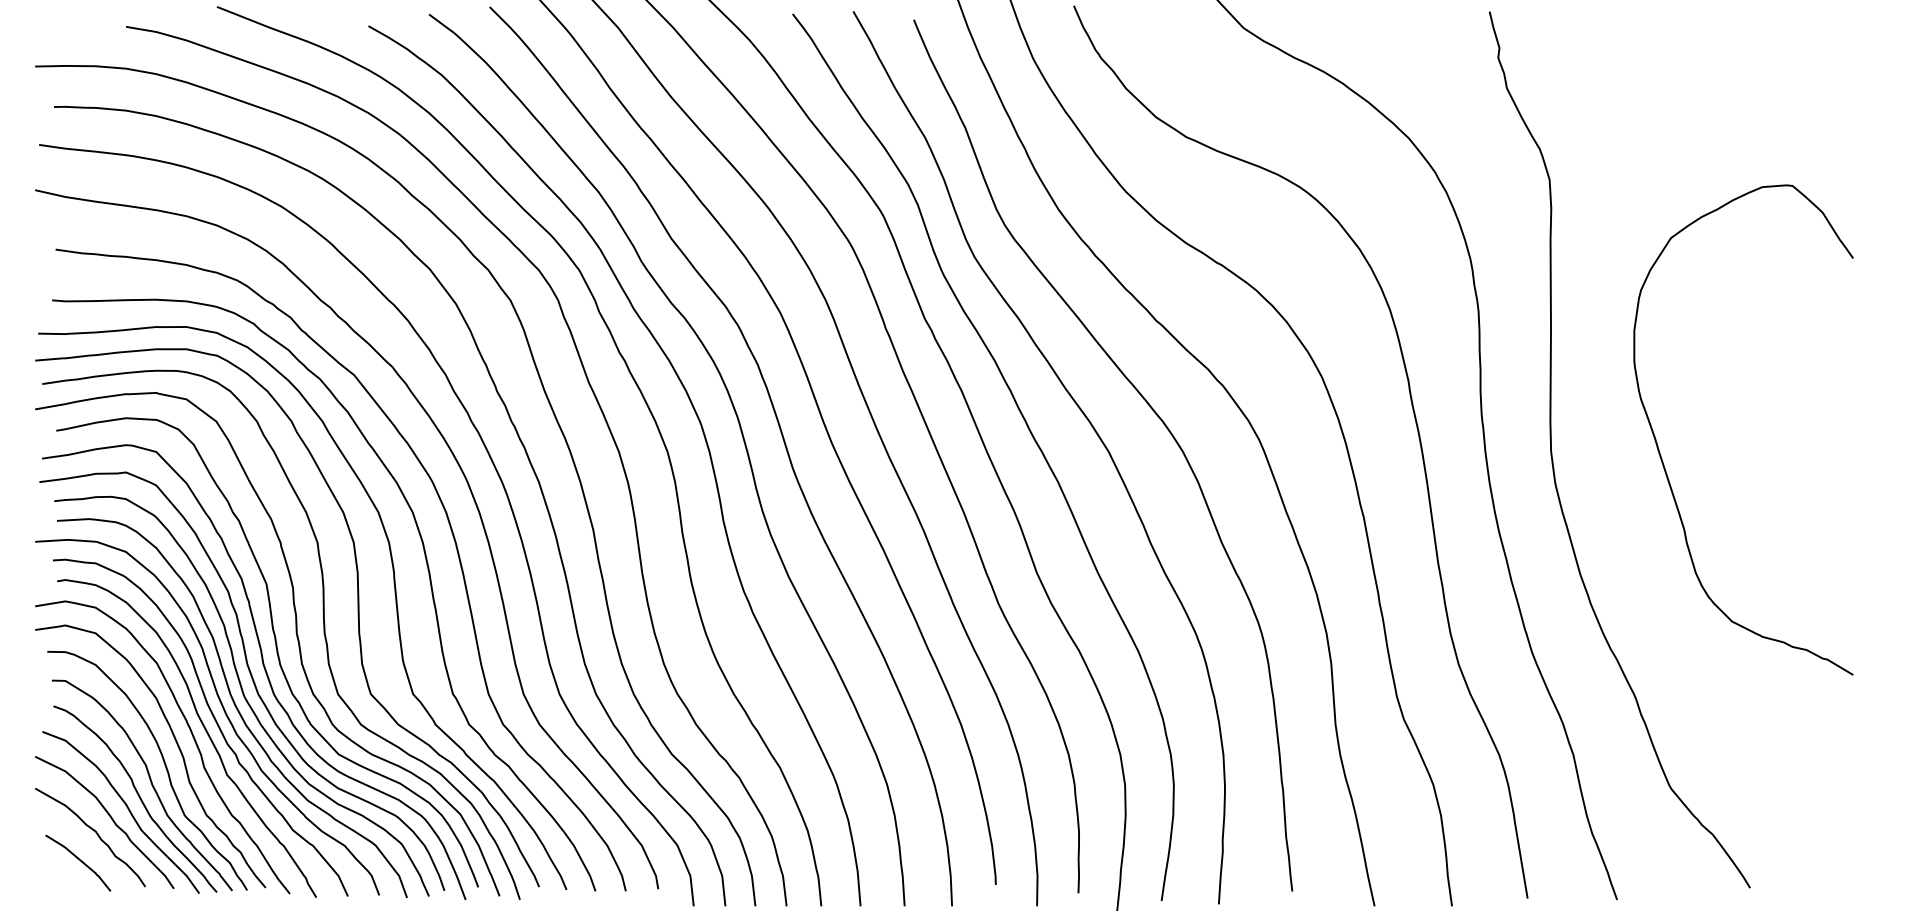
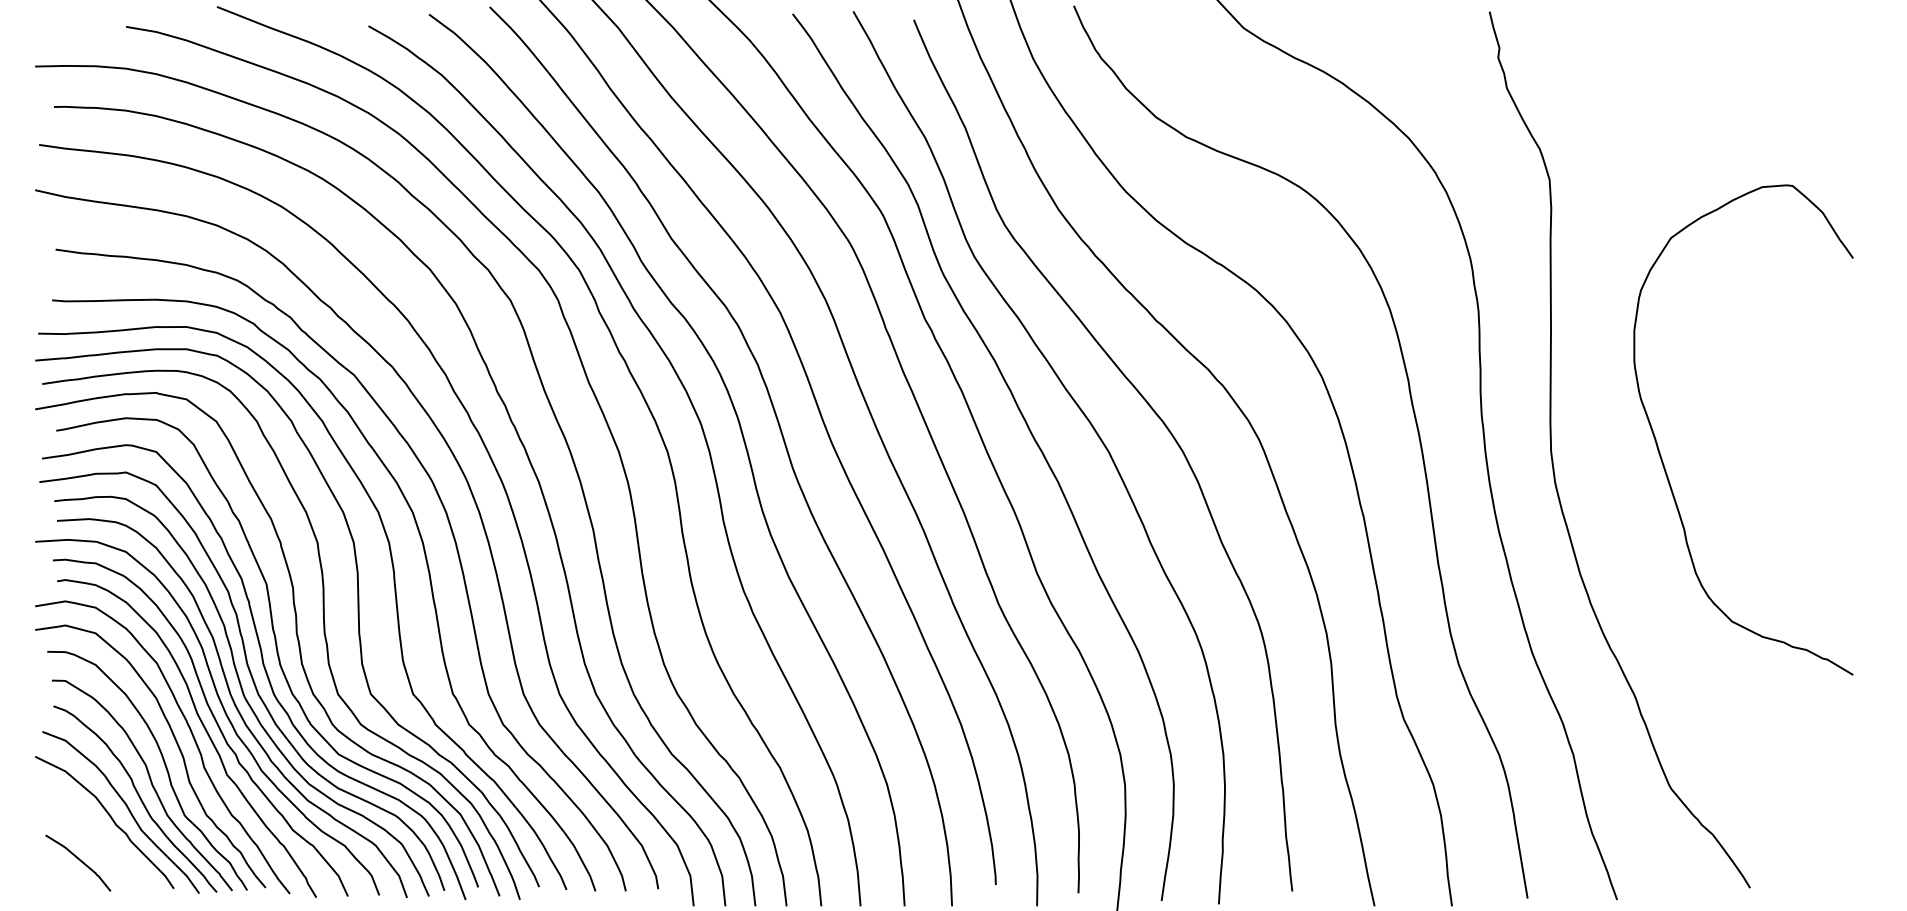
curve at (93, 831): present -> none
